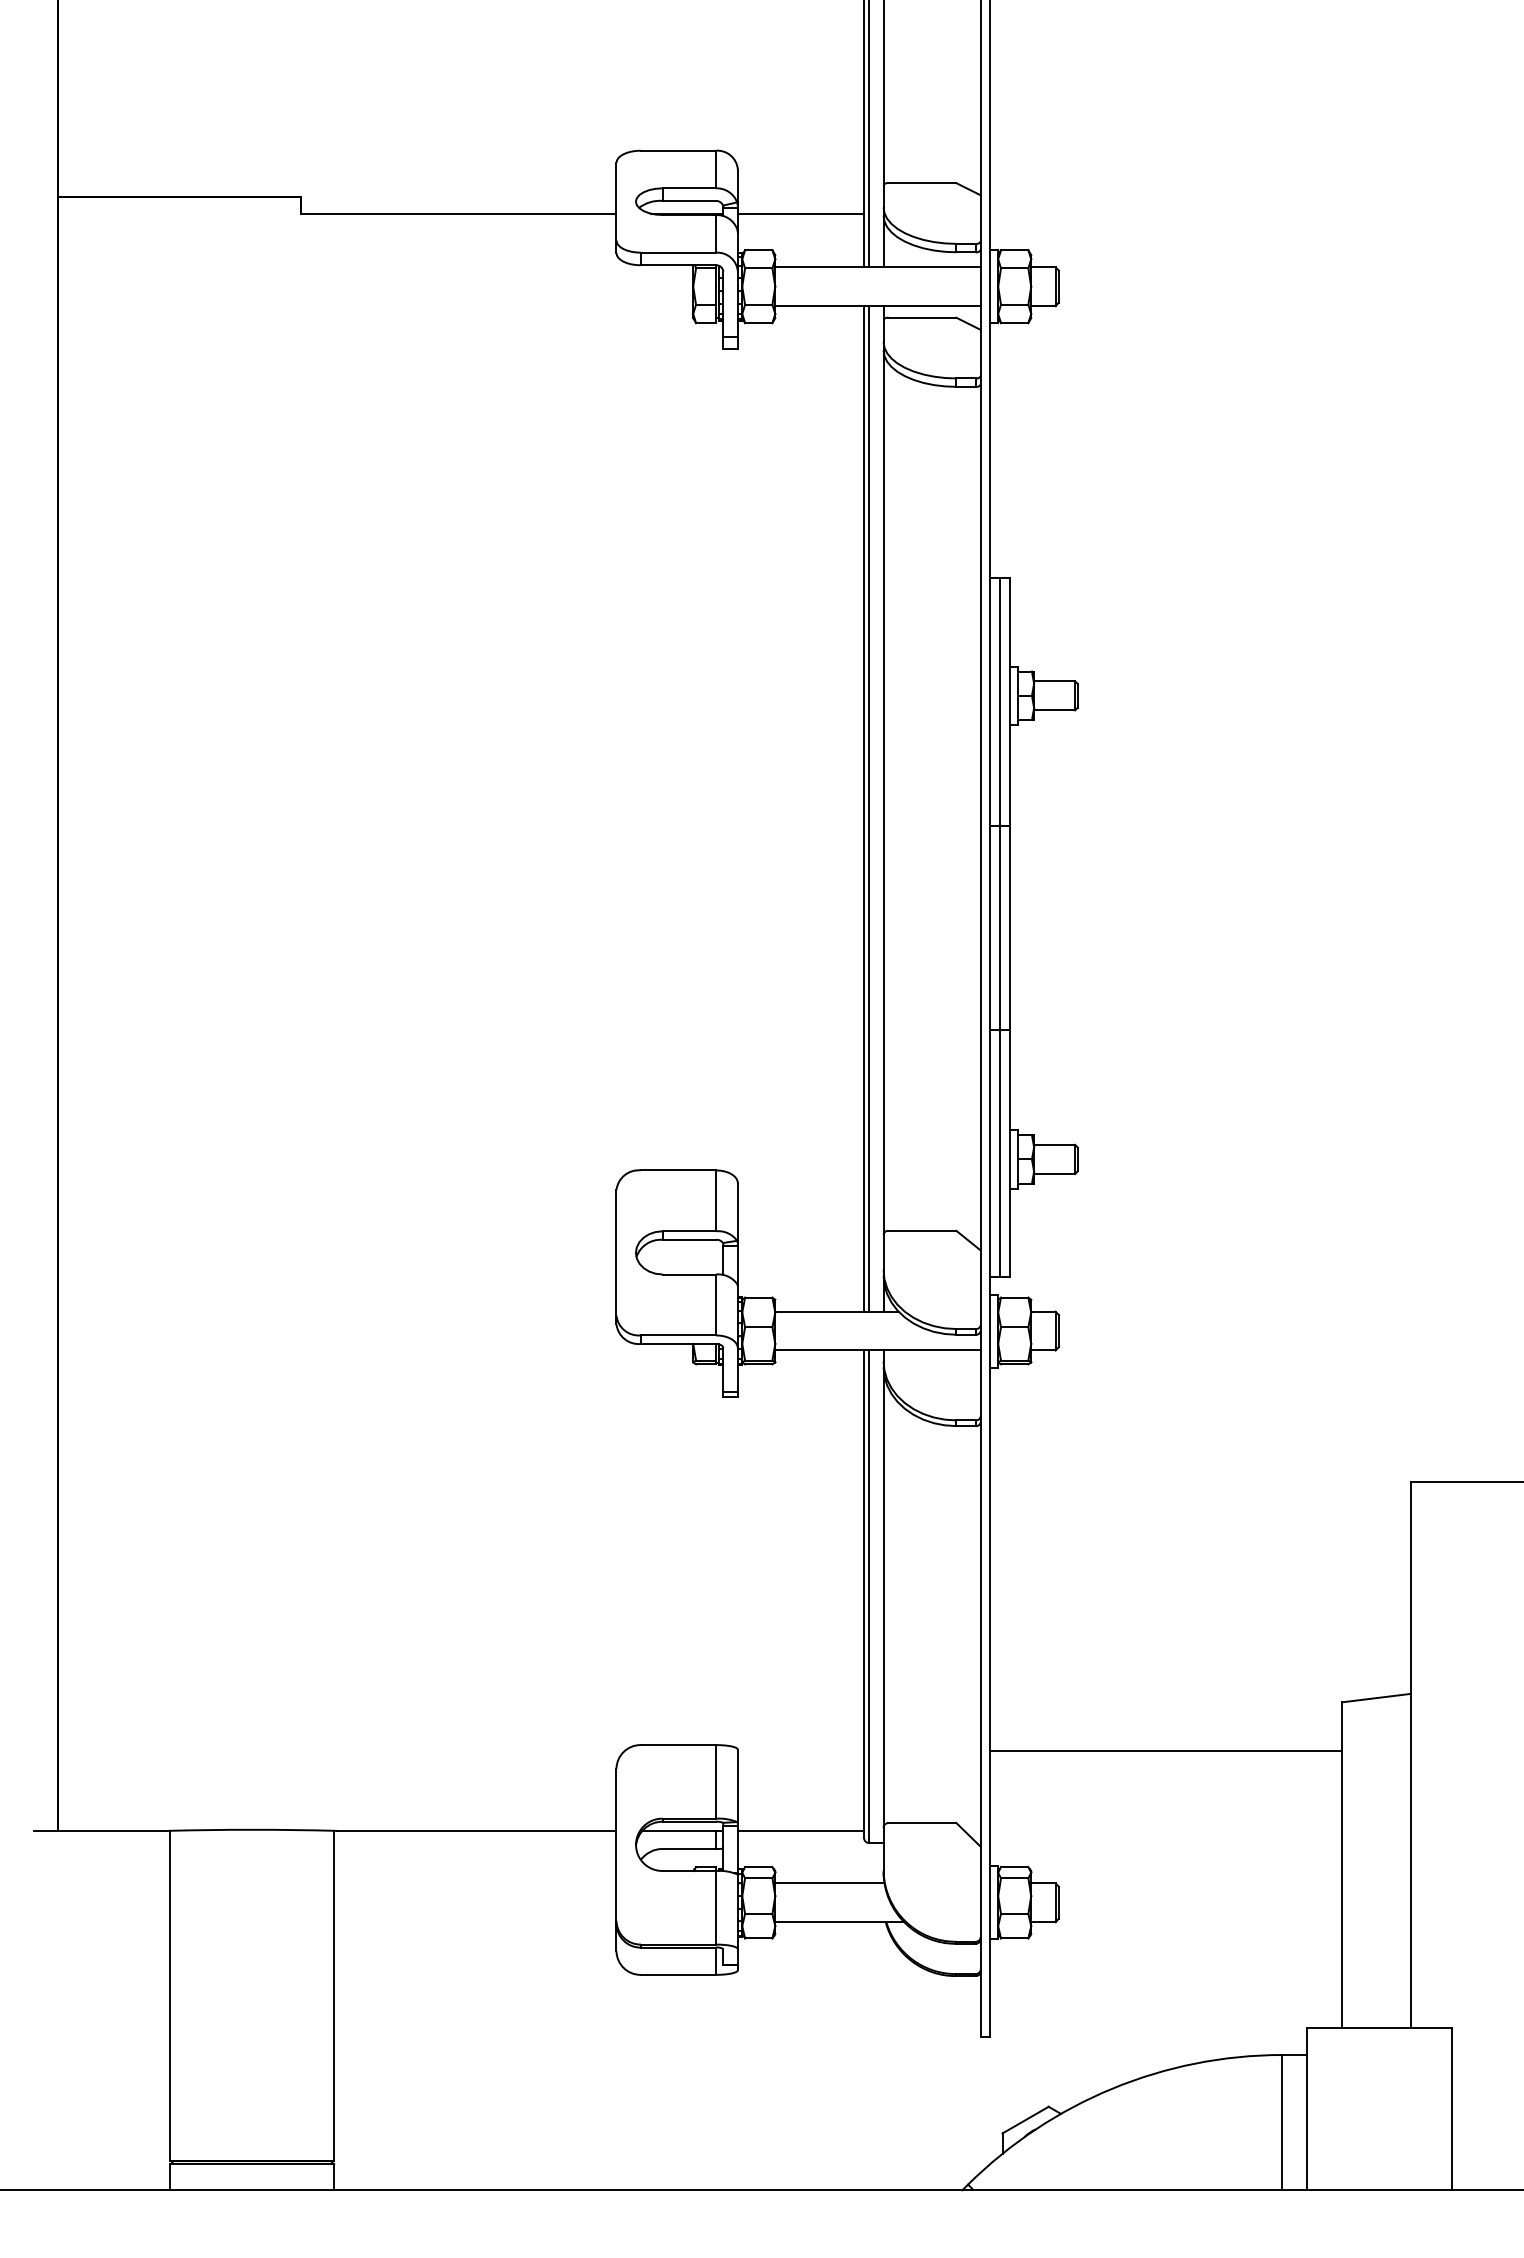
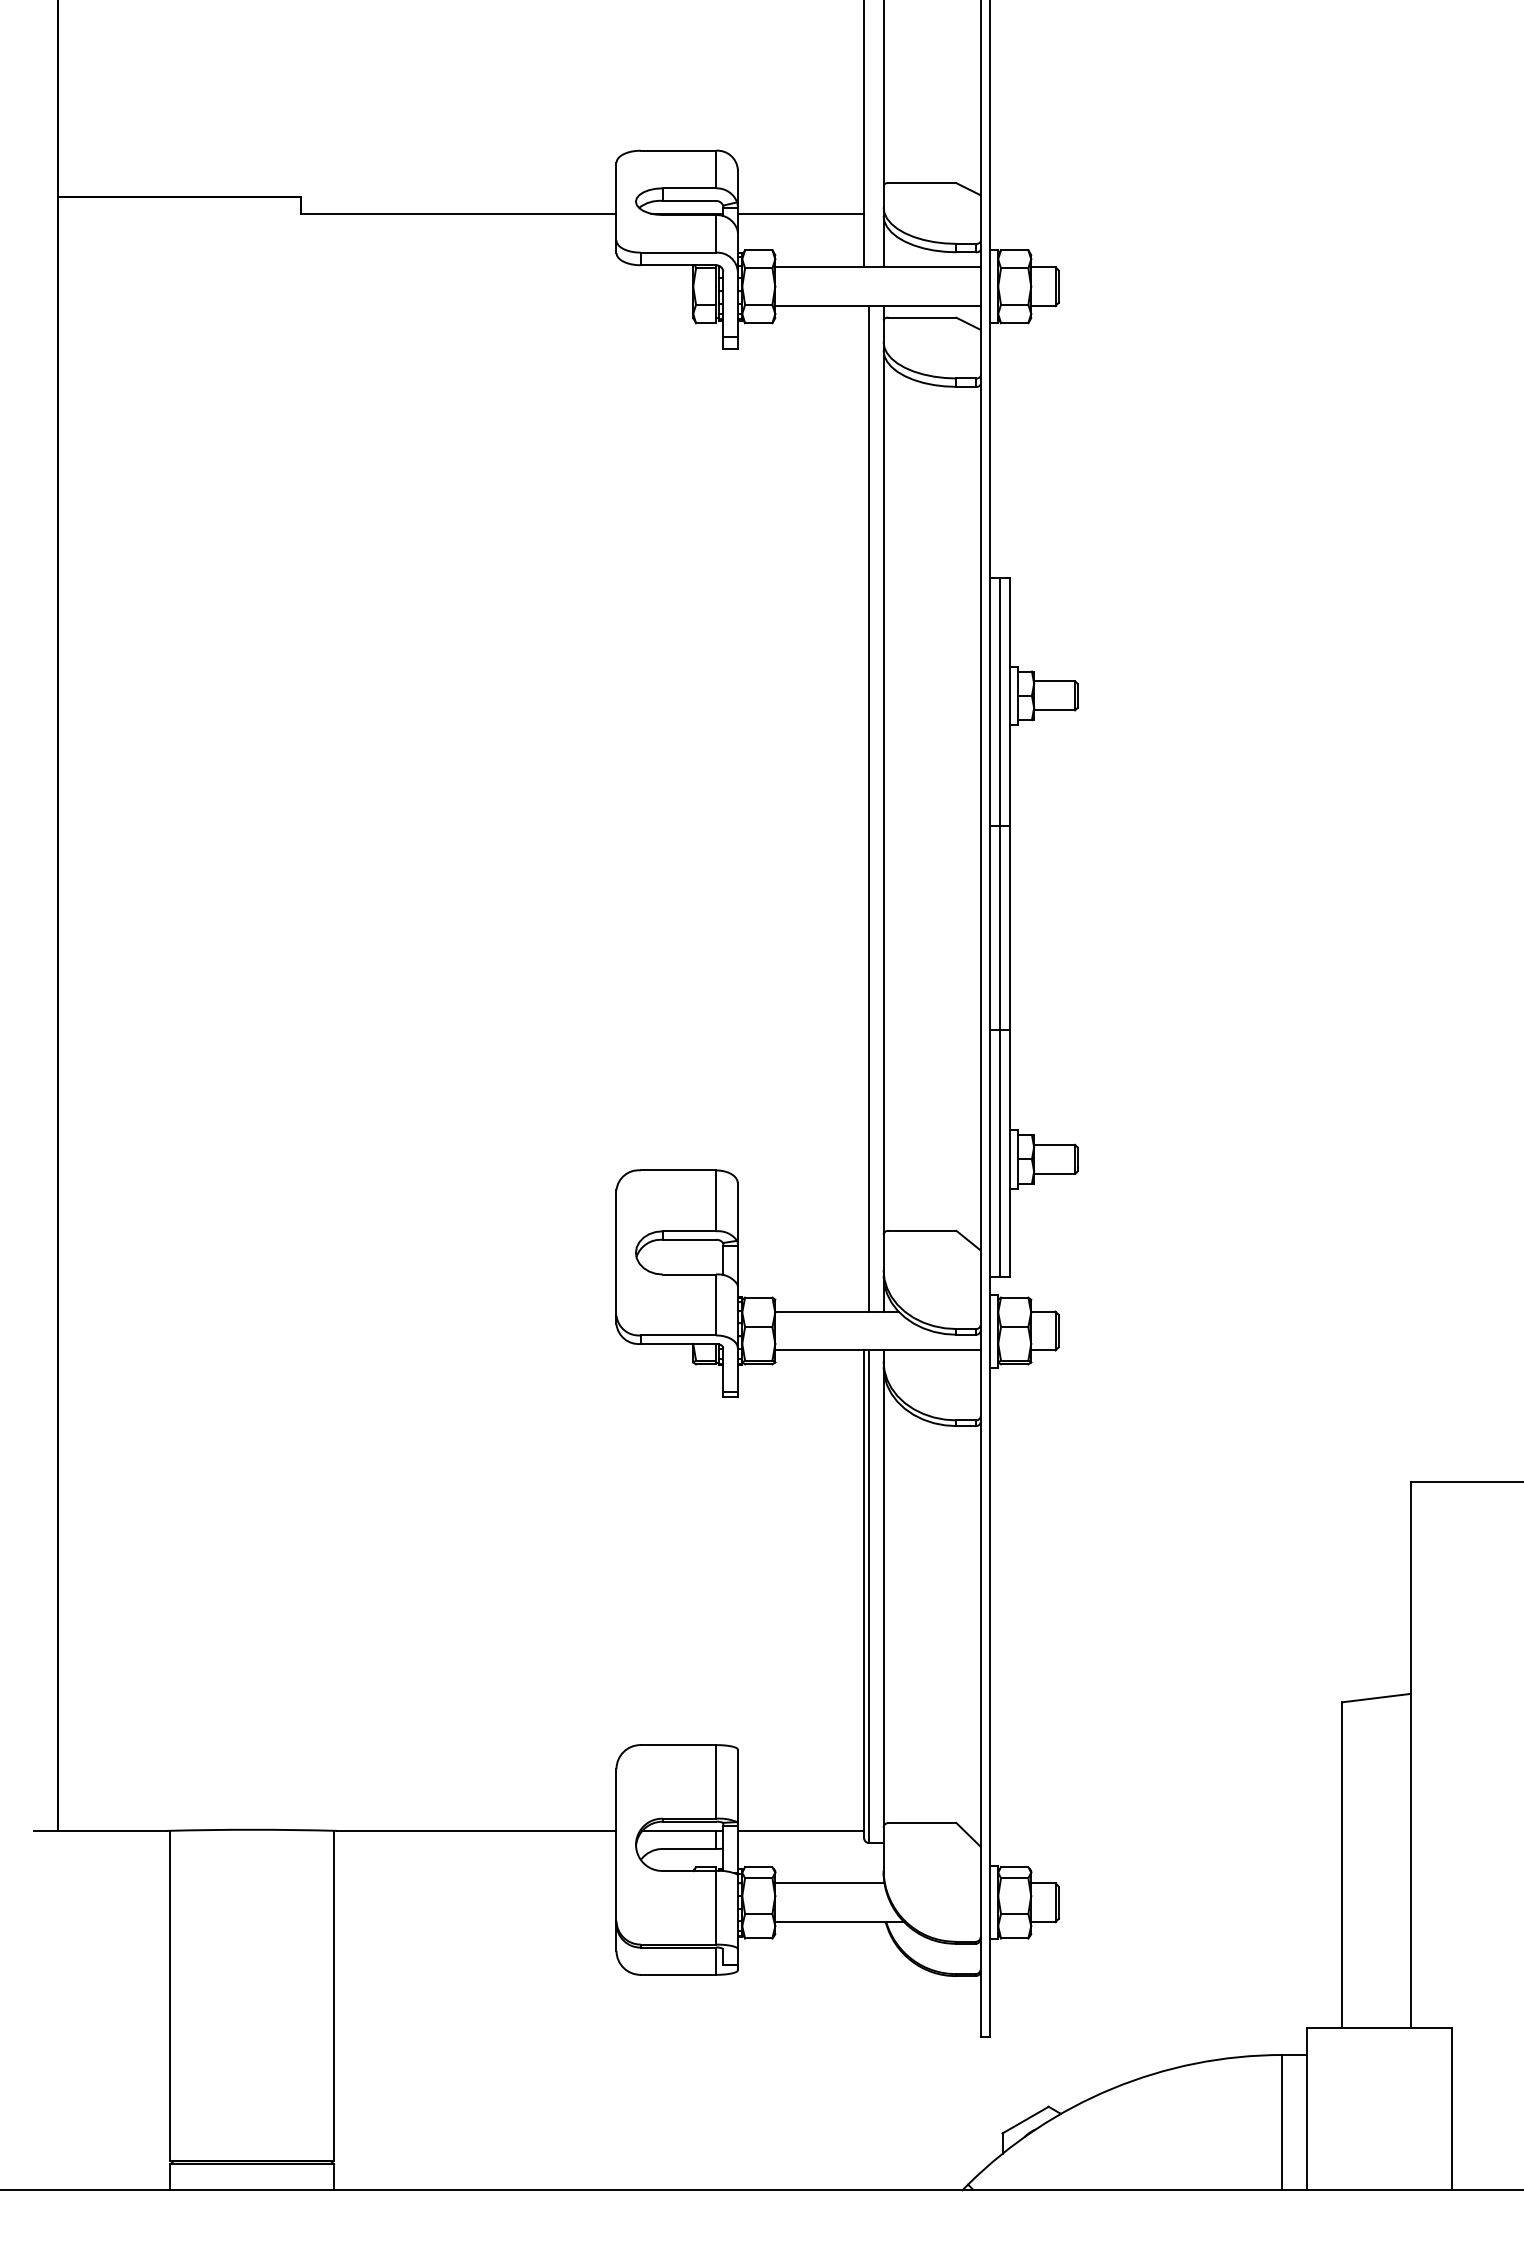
line at (869, 134): present -> none
line at (864, 808): present -> none
line at (1166, 1751): present -> none
